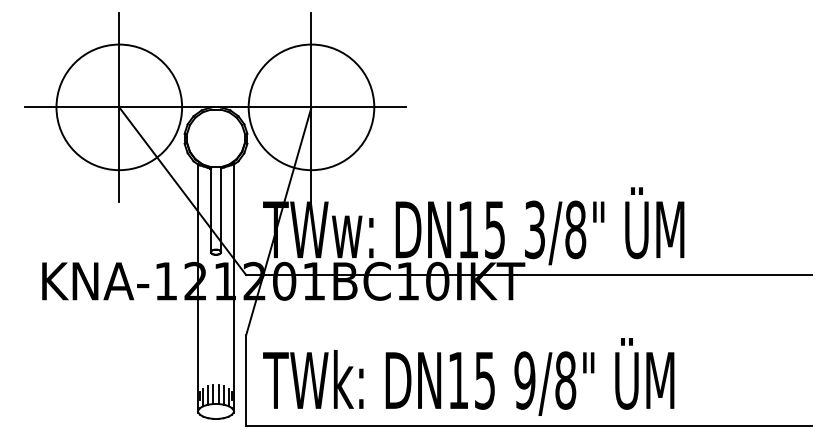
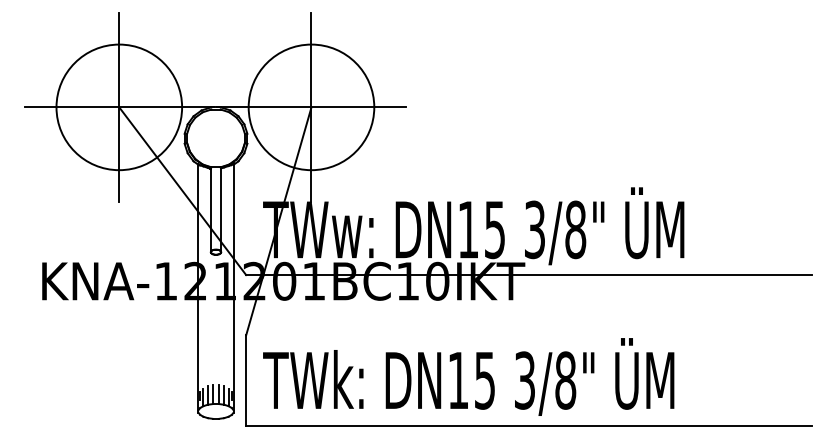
text at (524, 380): 9/8" -> 3/8"
